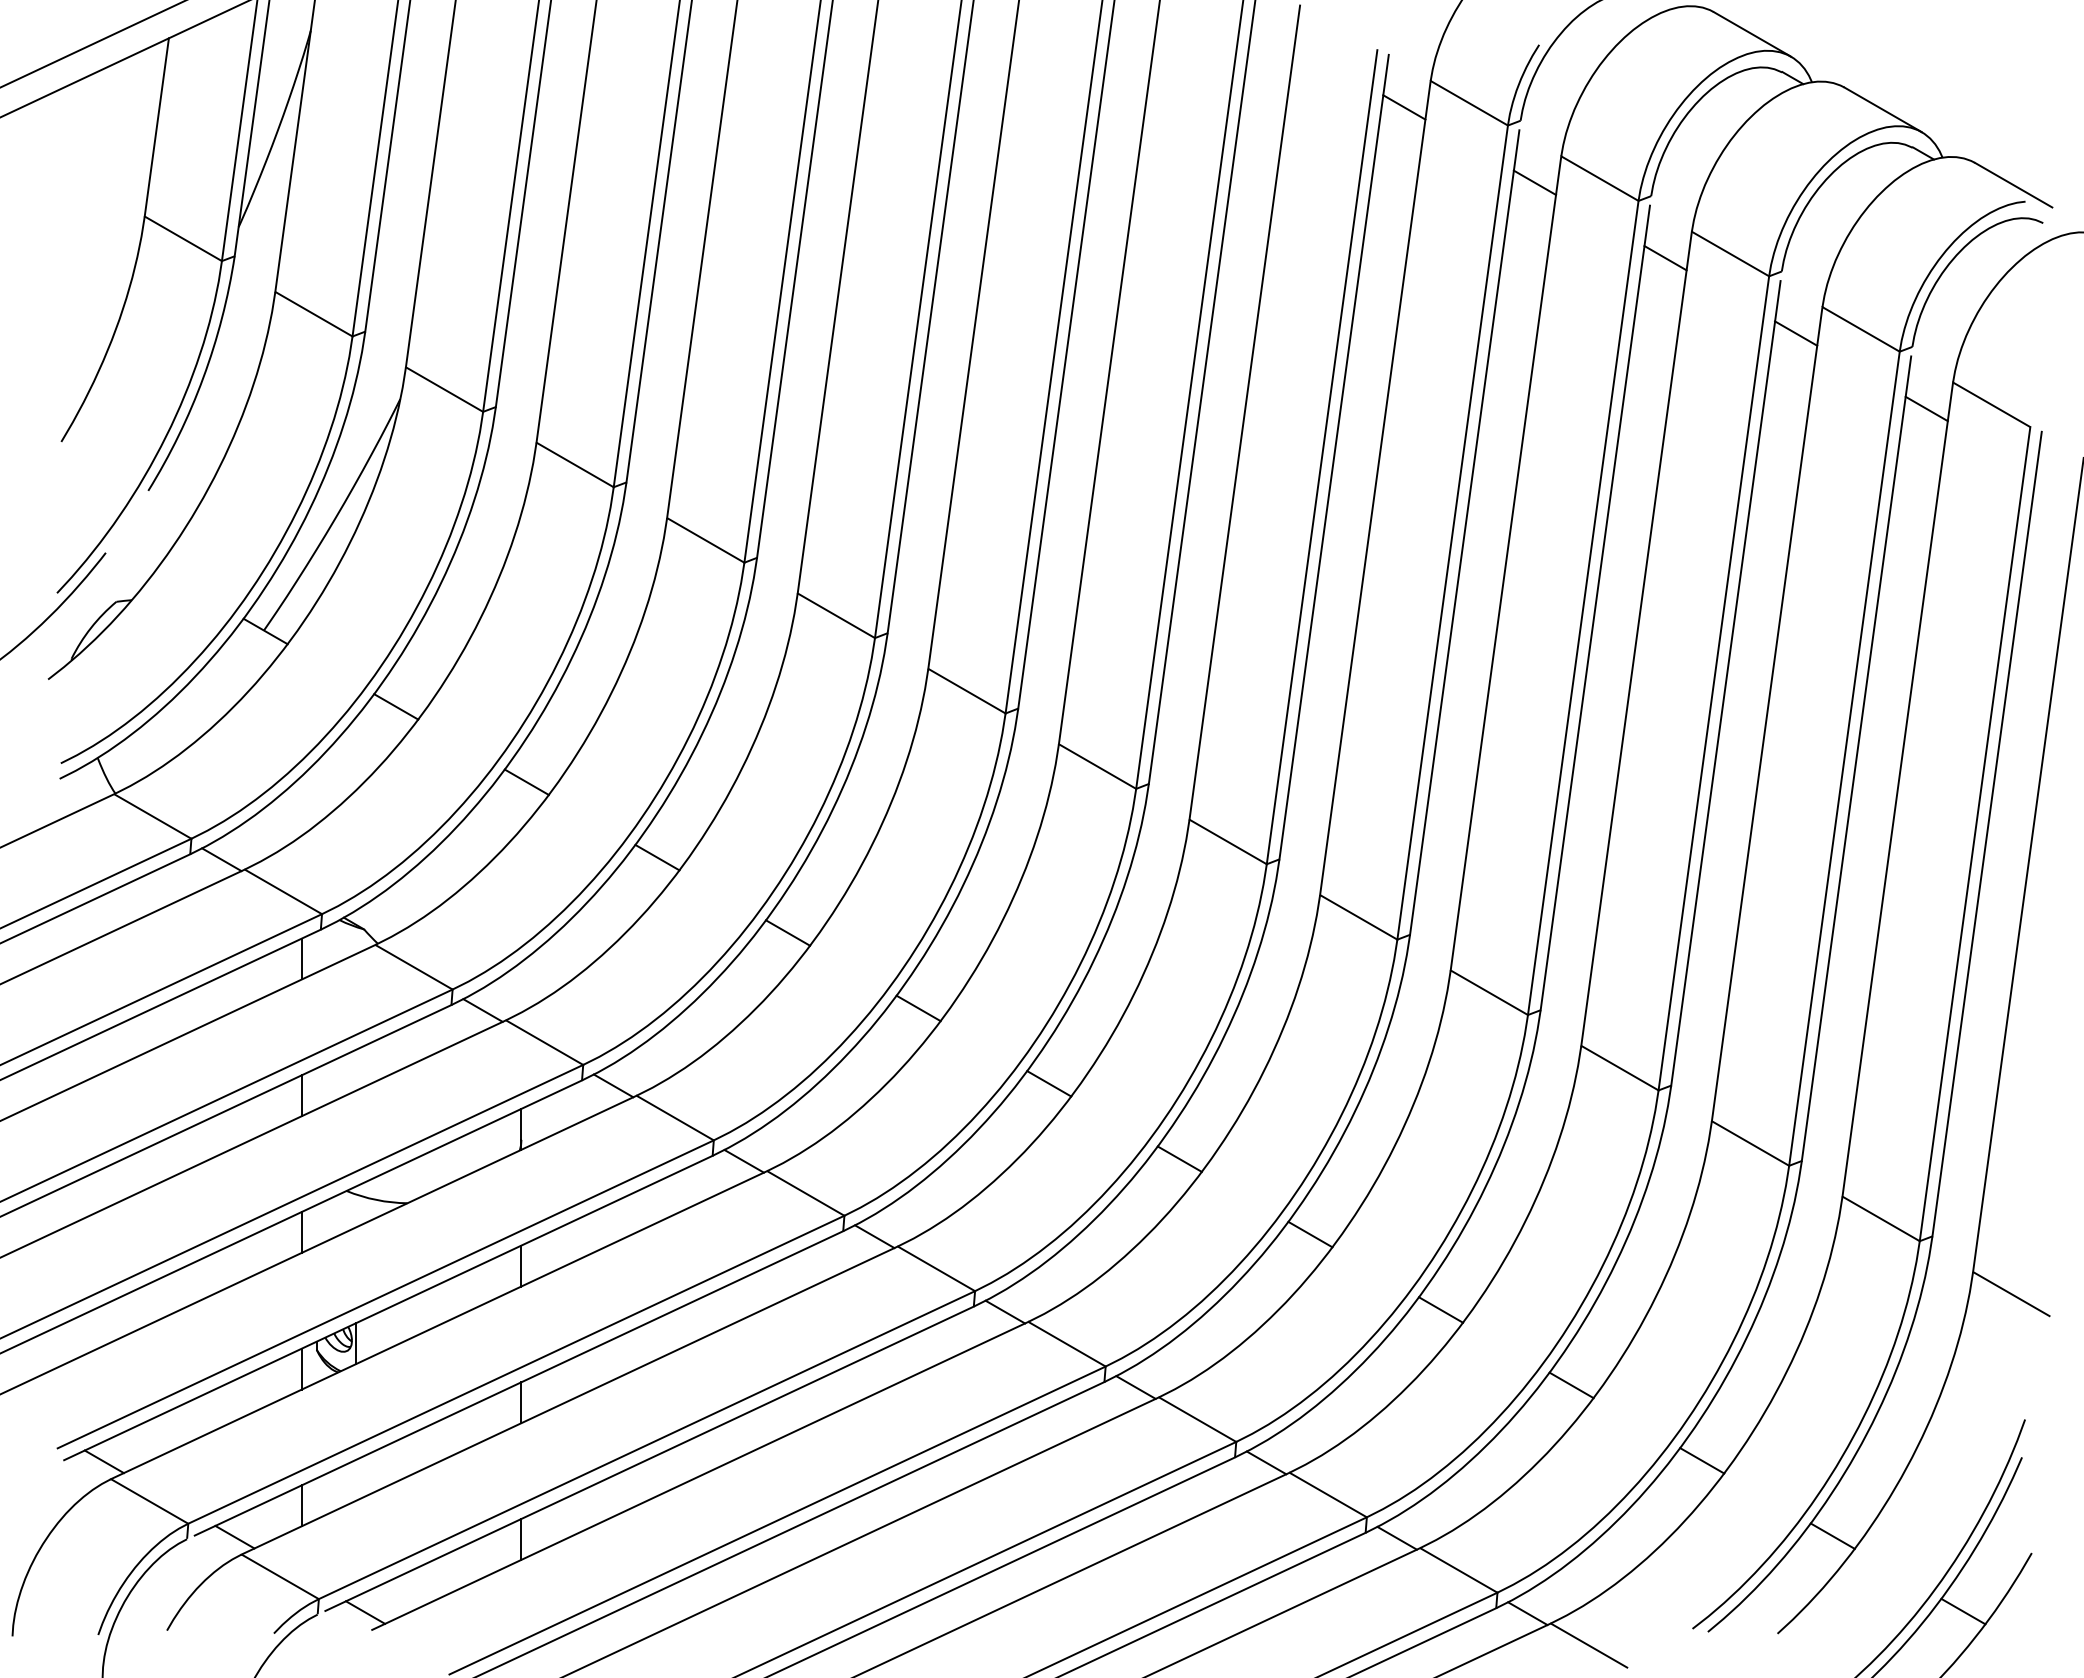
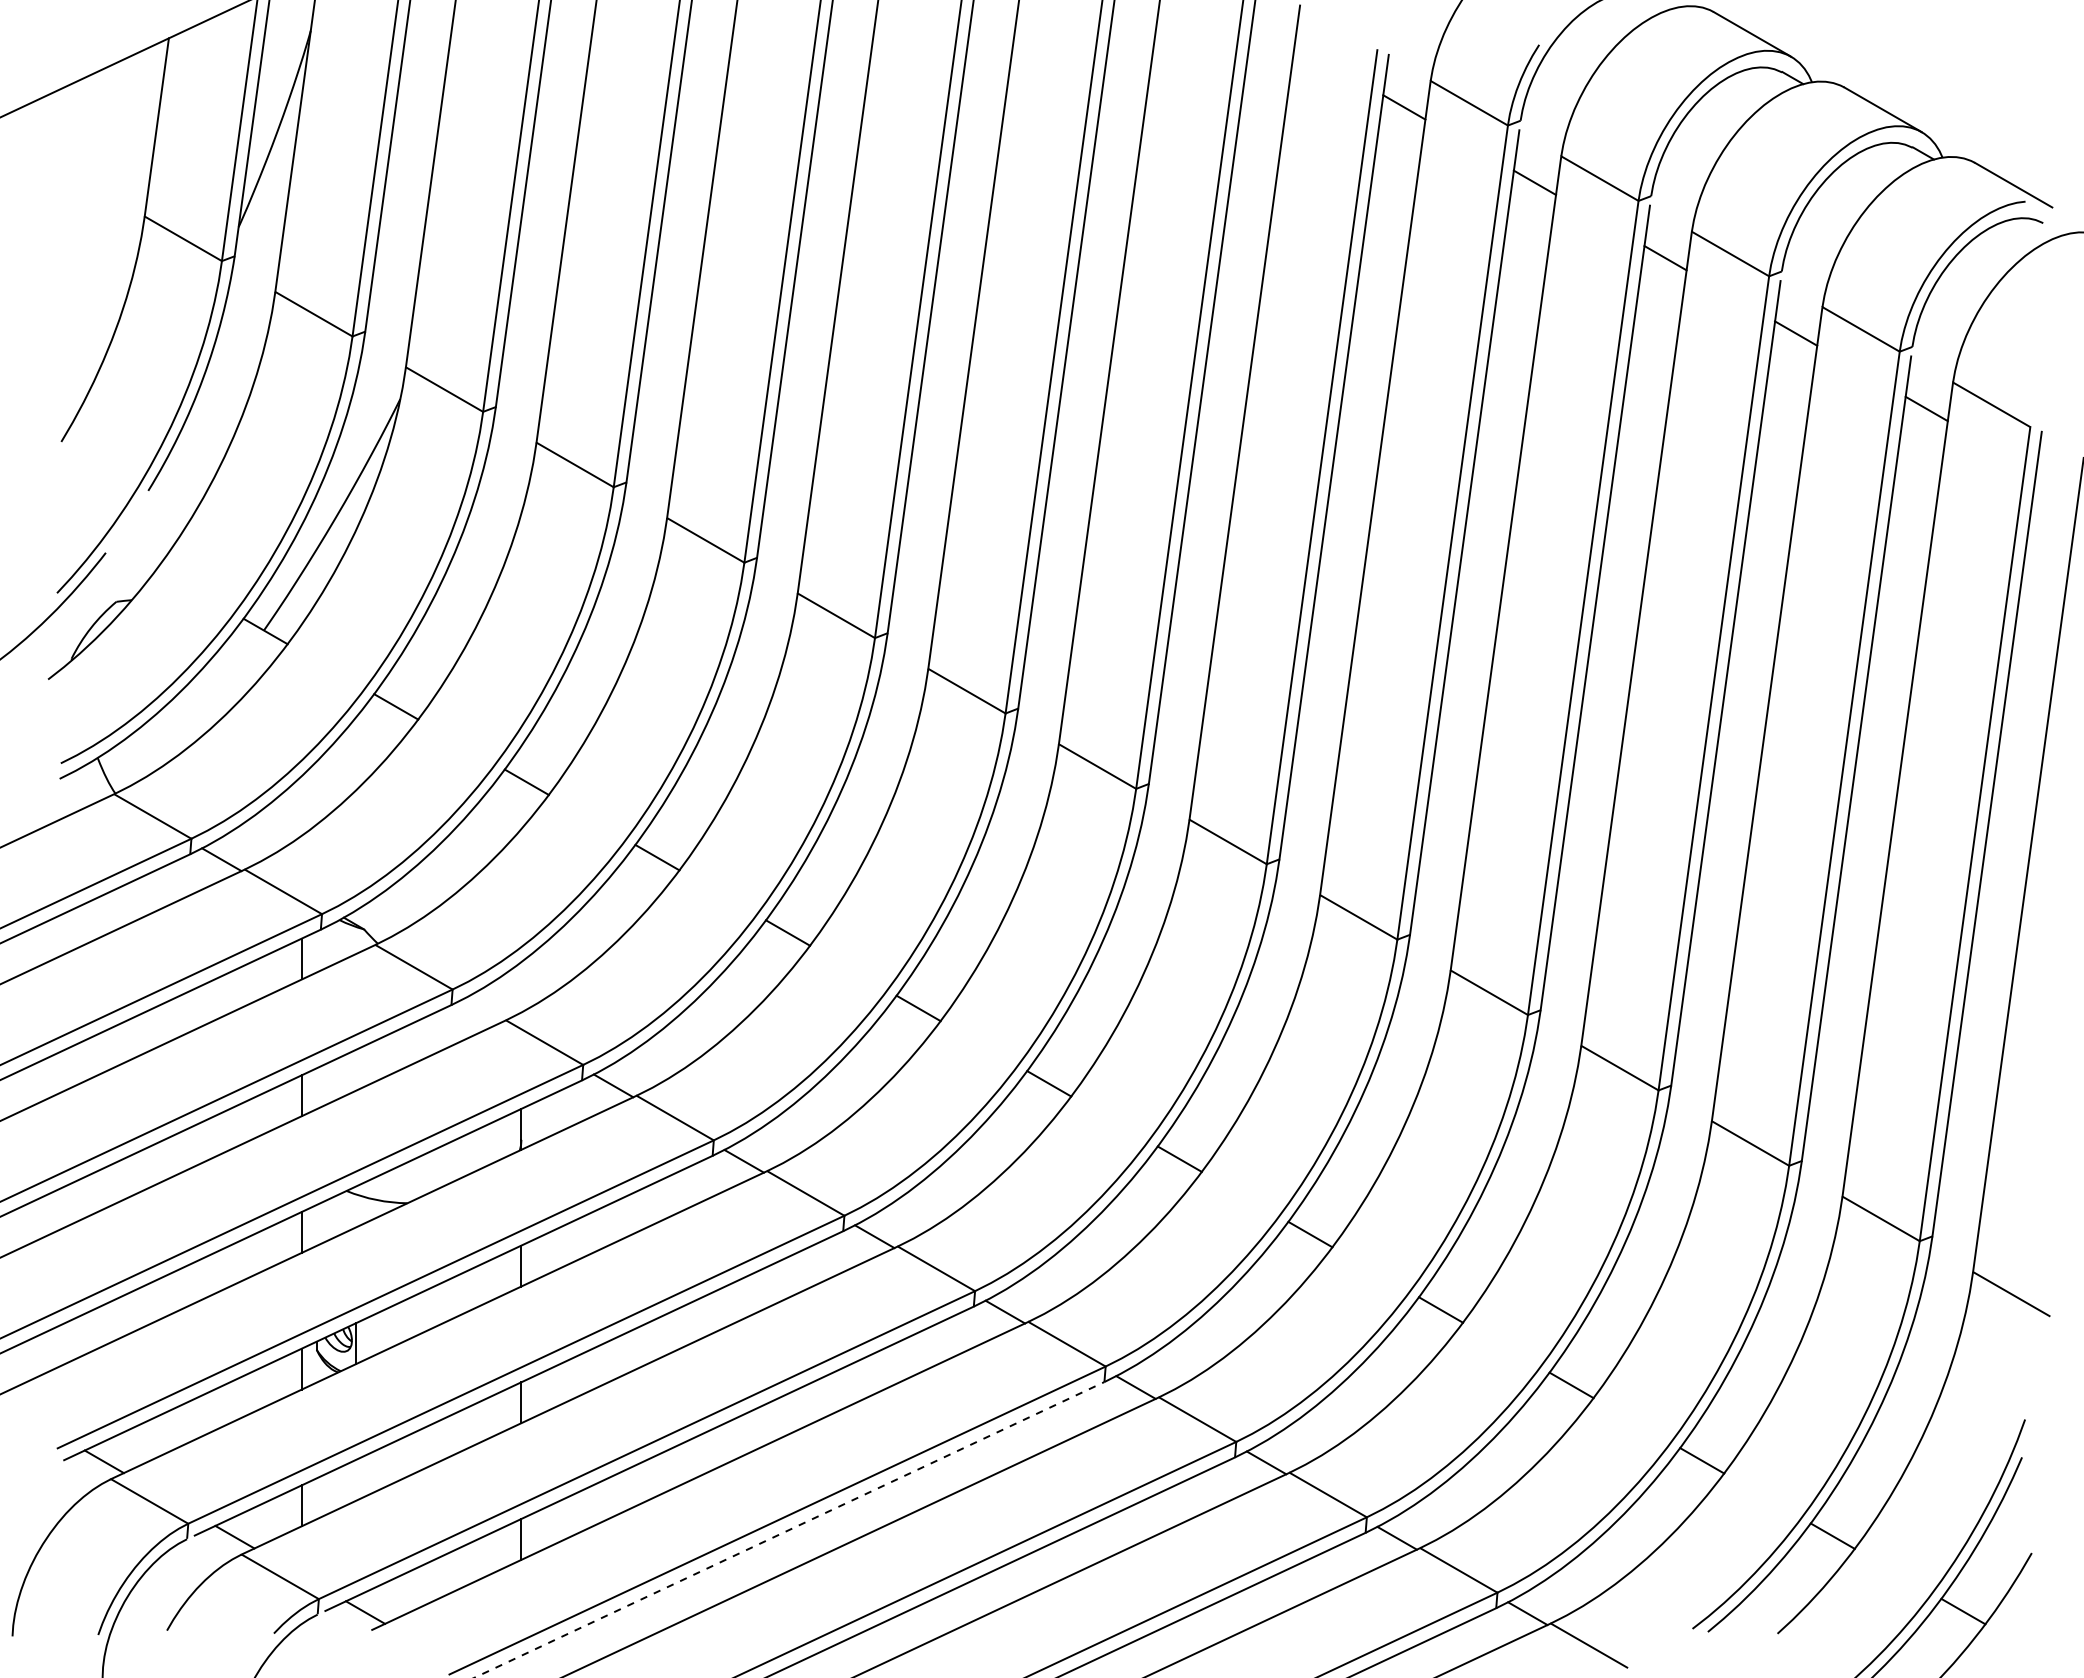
line at (92, 44): present -> none
line at (482, 1010): present -> none
line at (789, 1529): solid -> dashed
